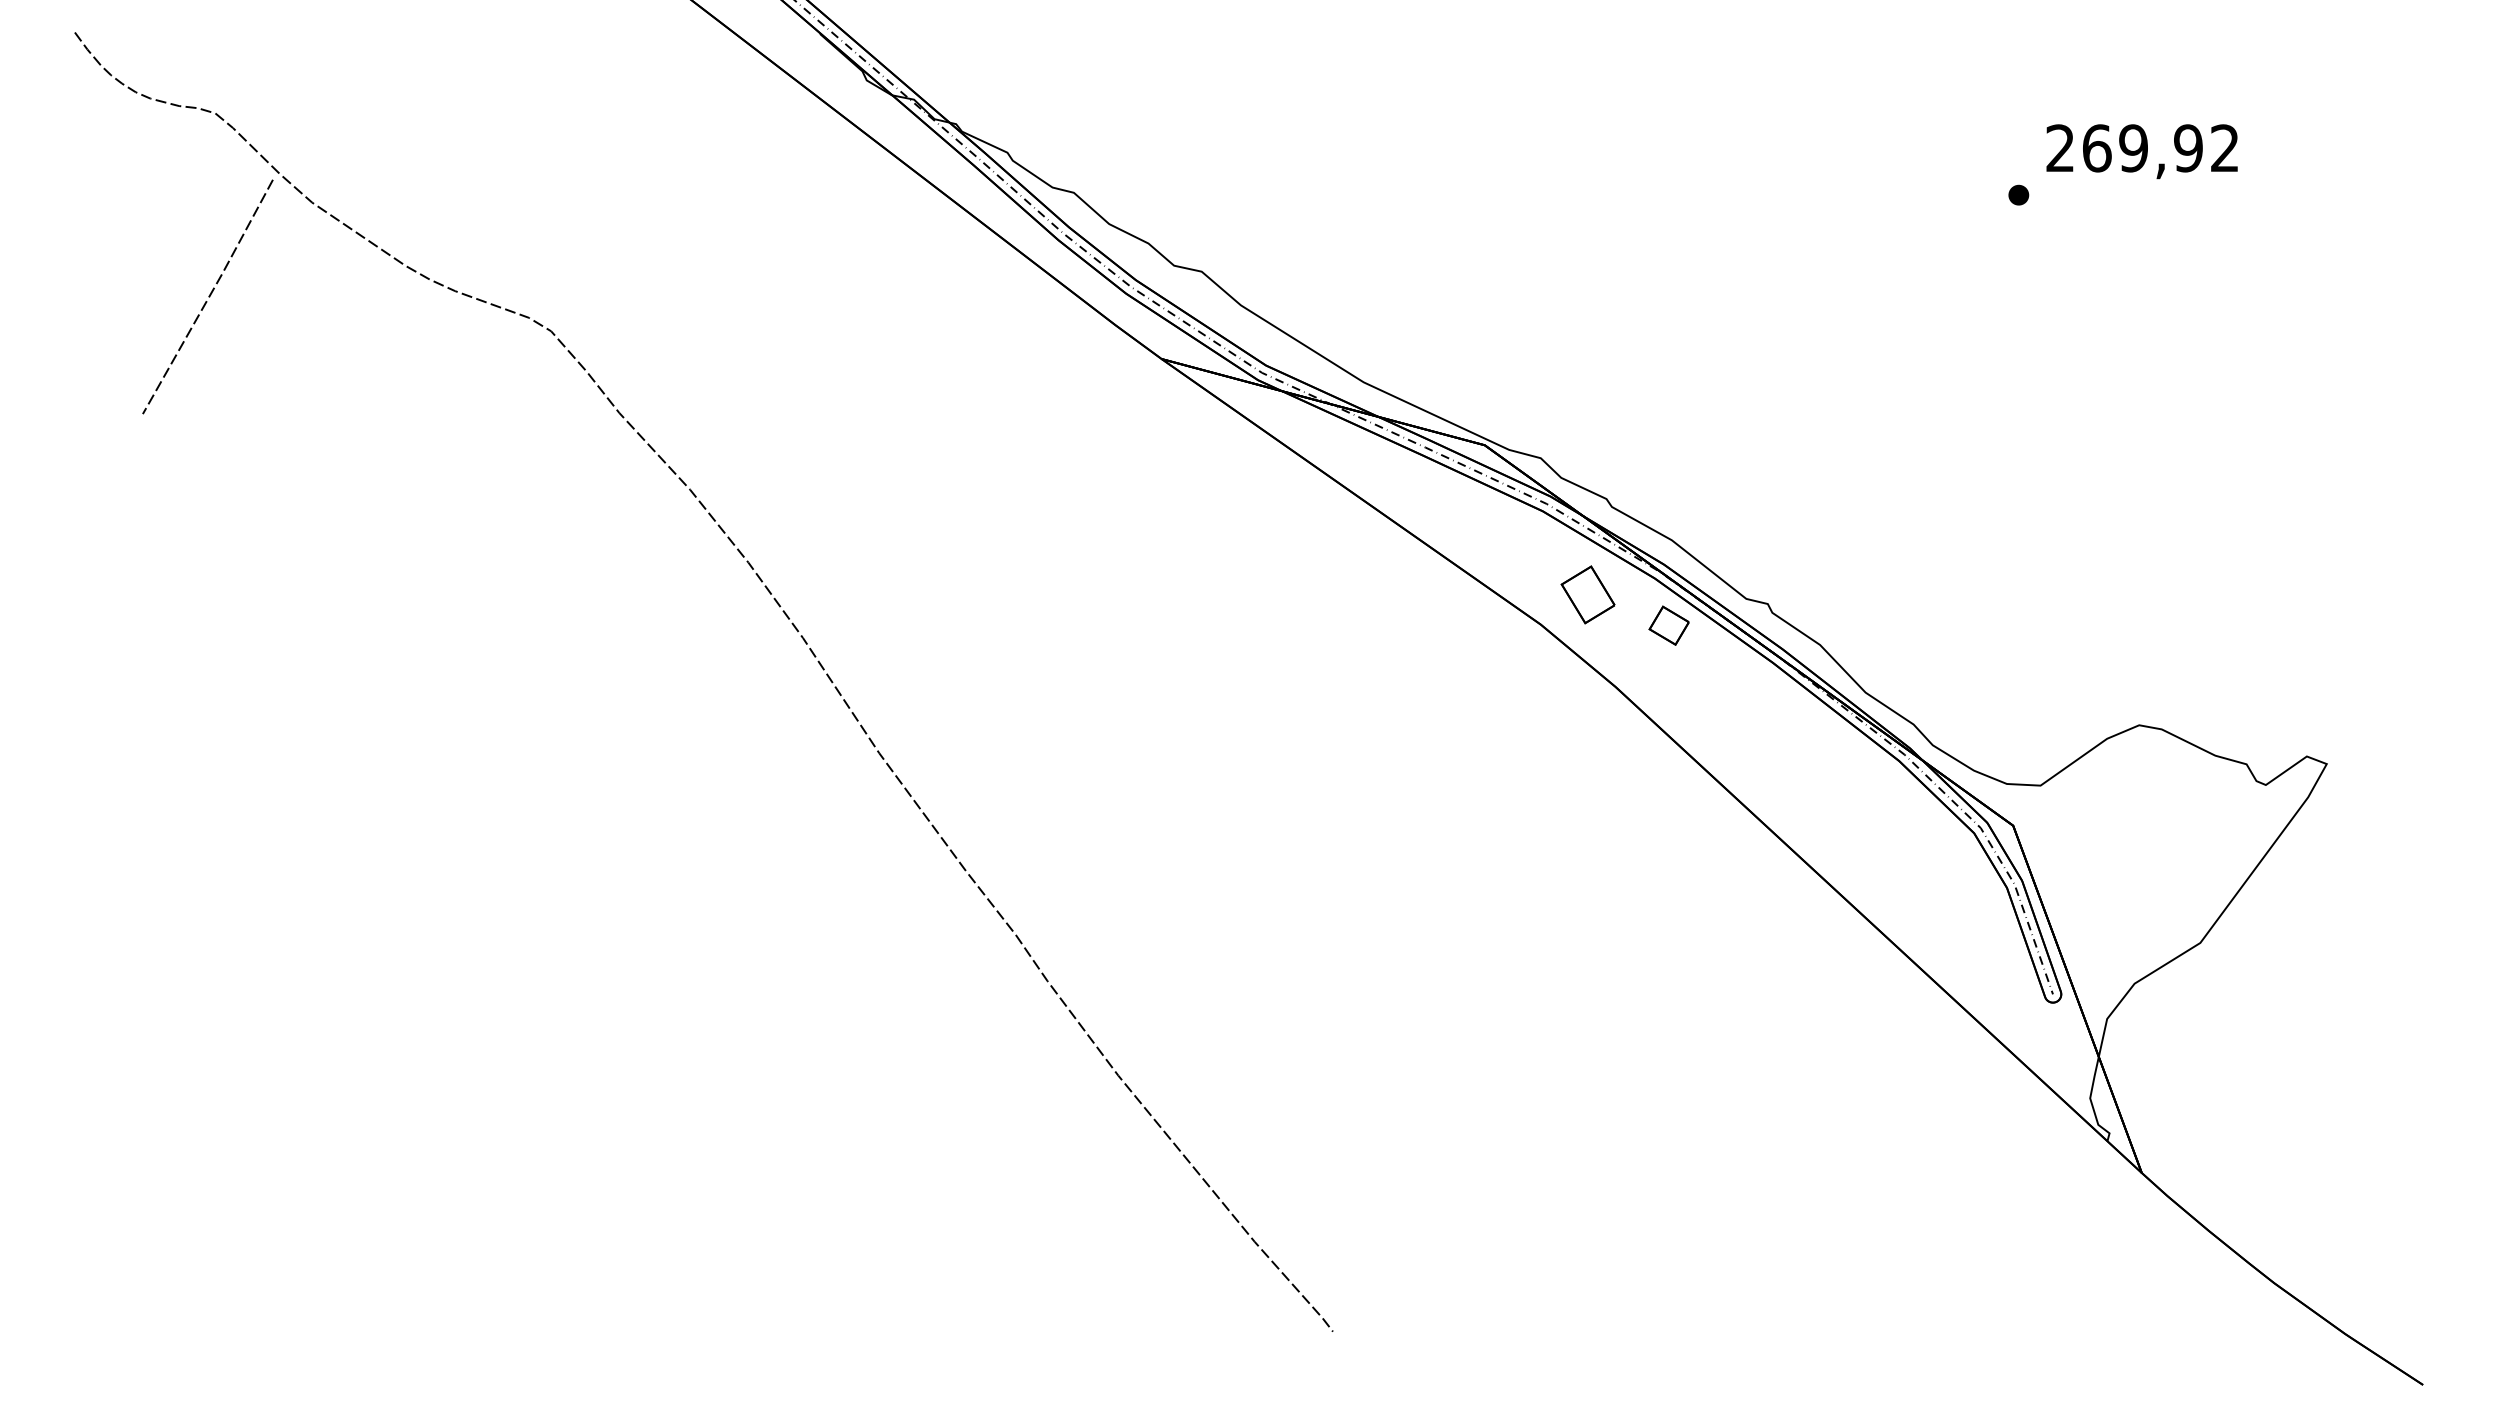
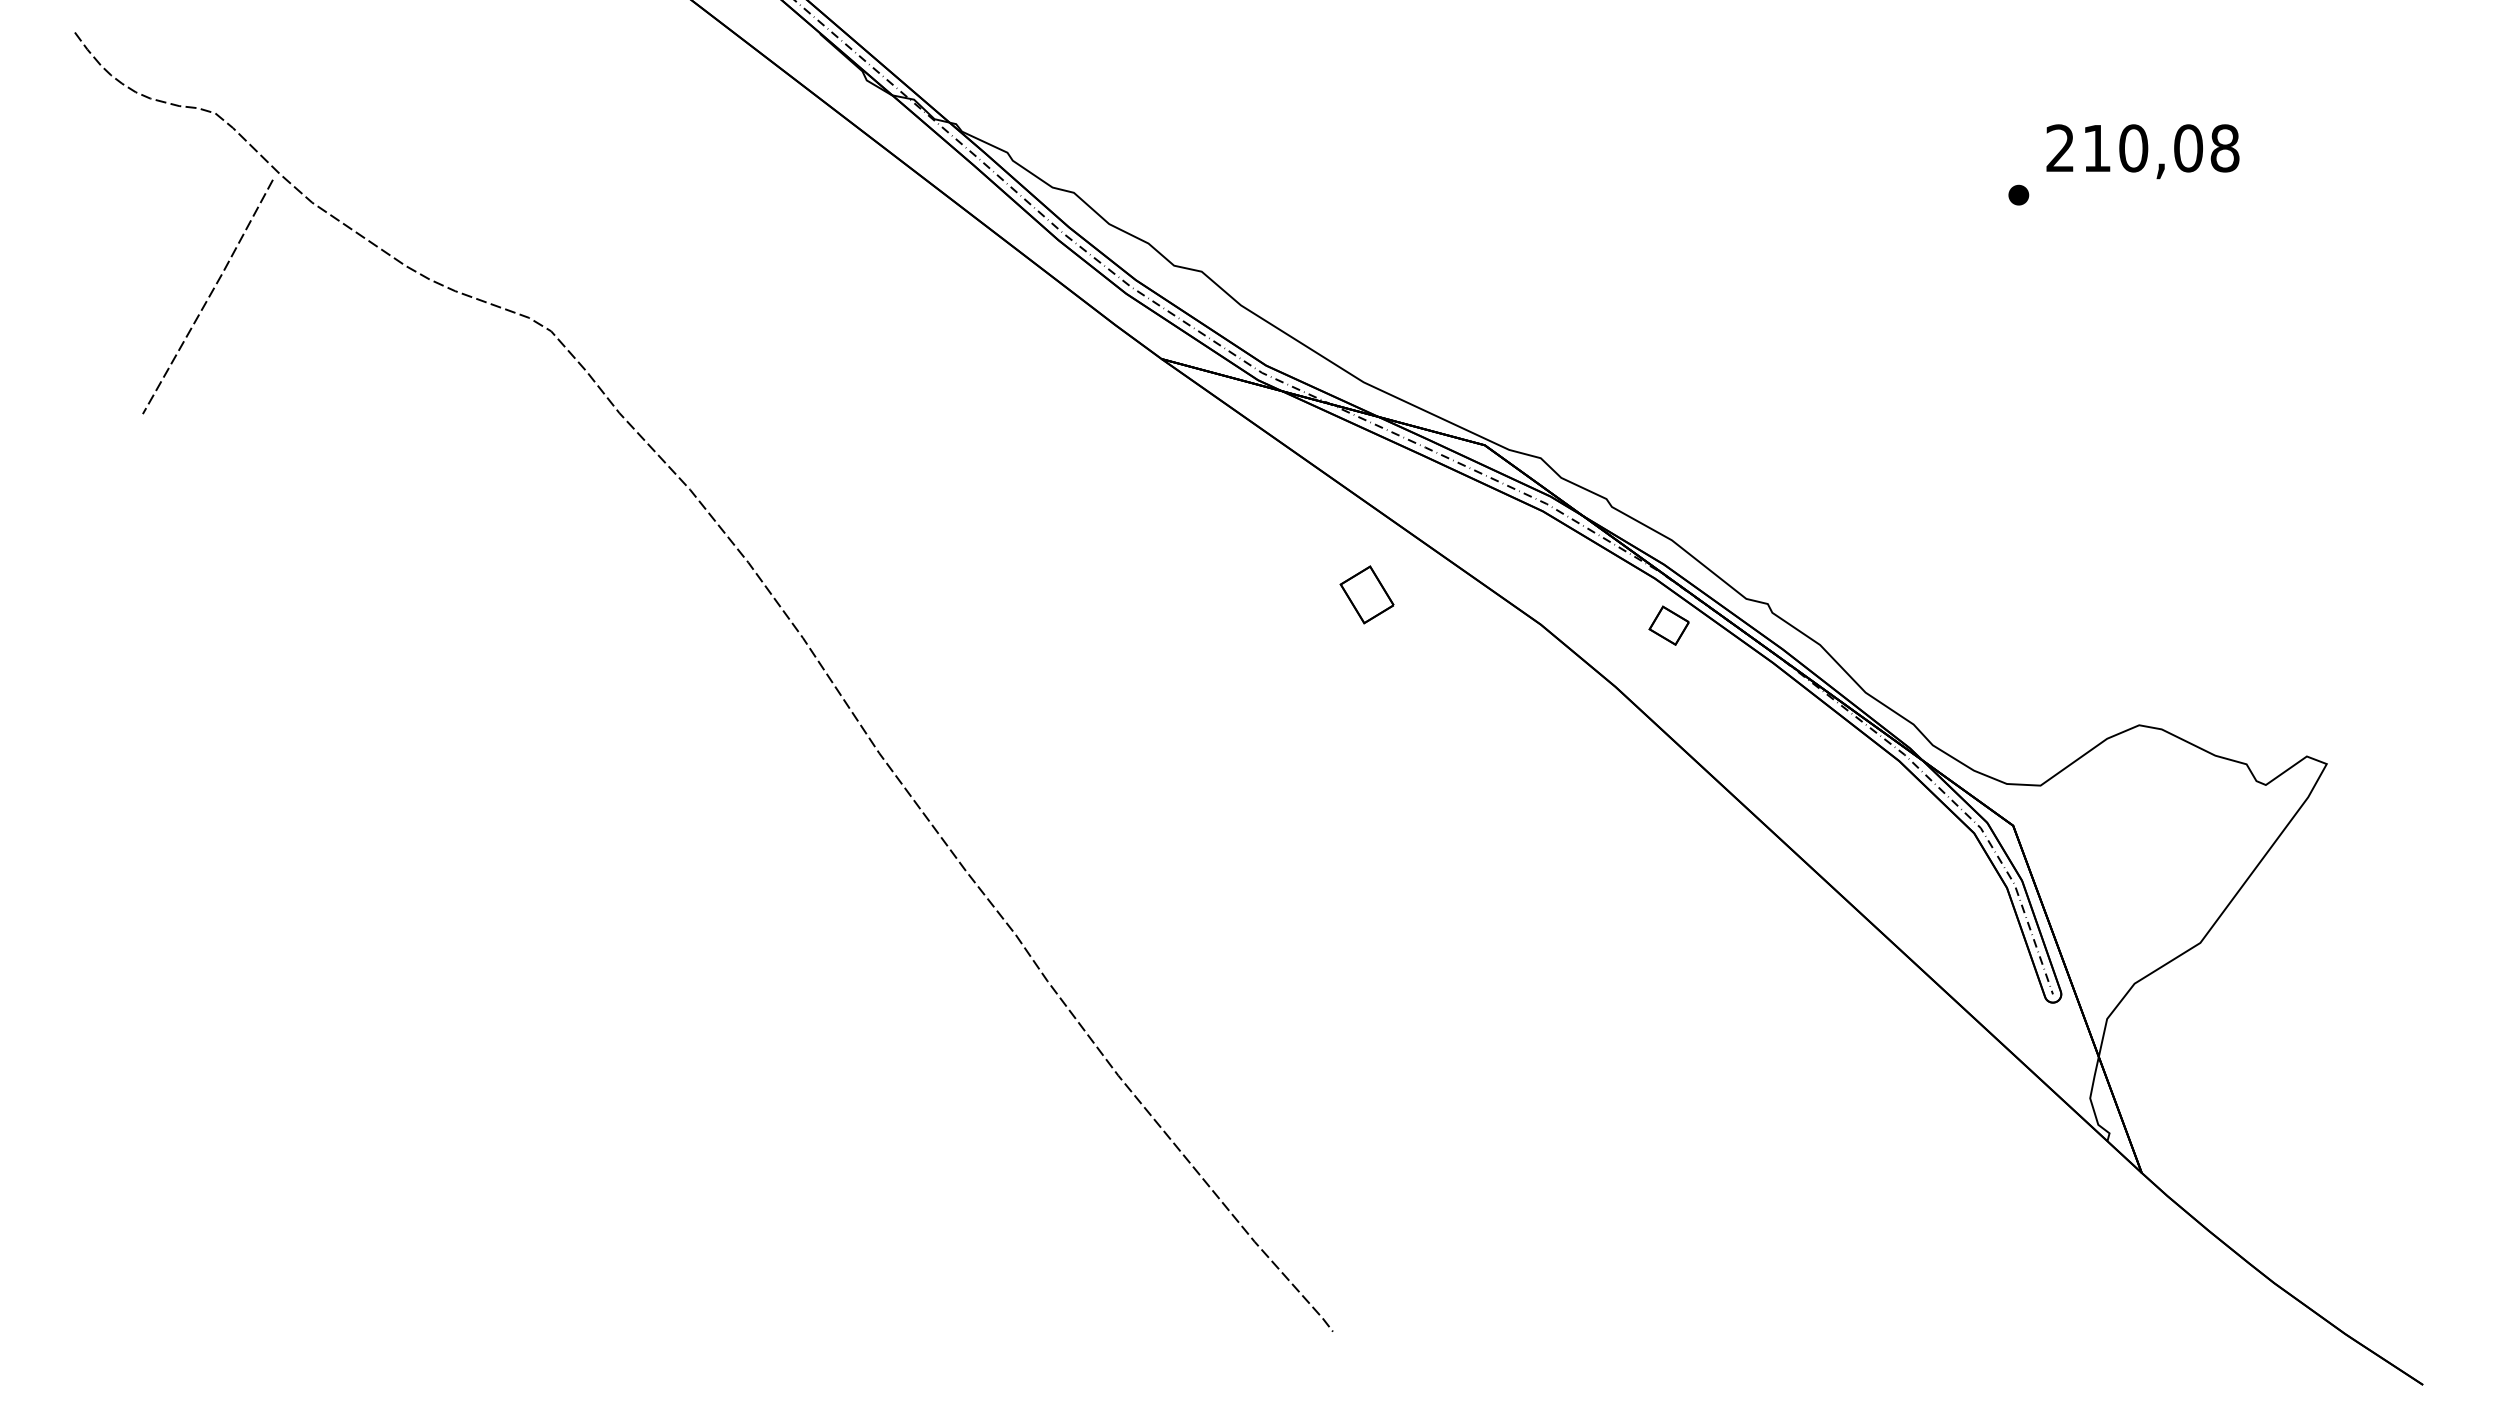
text at (2161, 148): 269,92 -> 210,08
part at (1587, 594) position: (1587, 594) -> (1366, 594)
